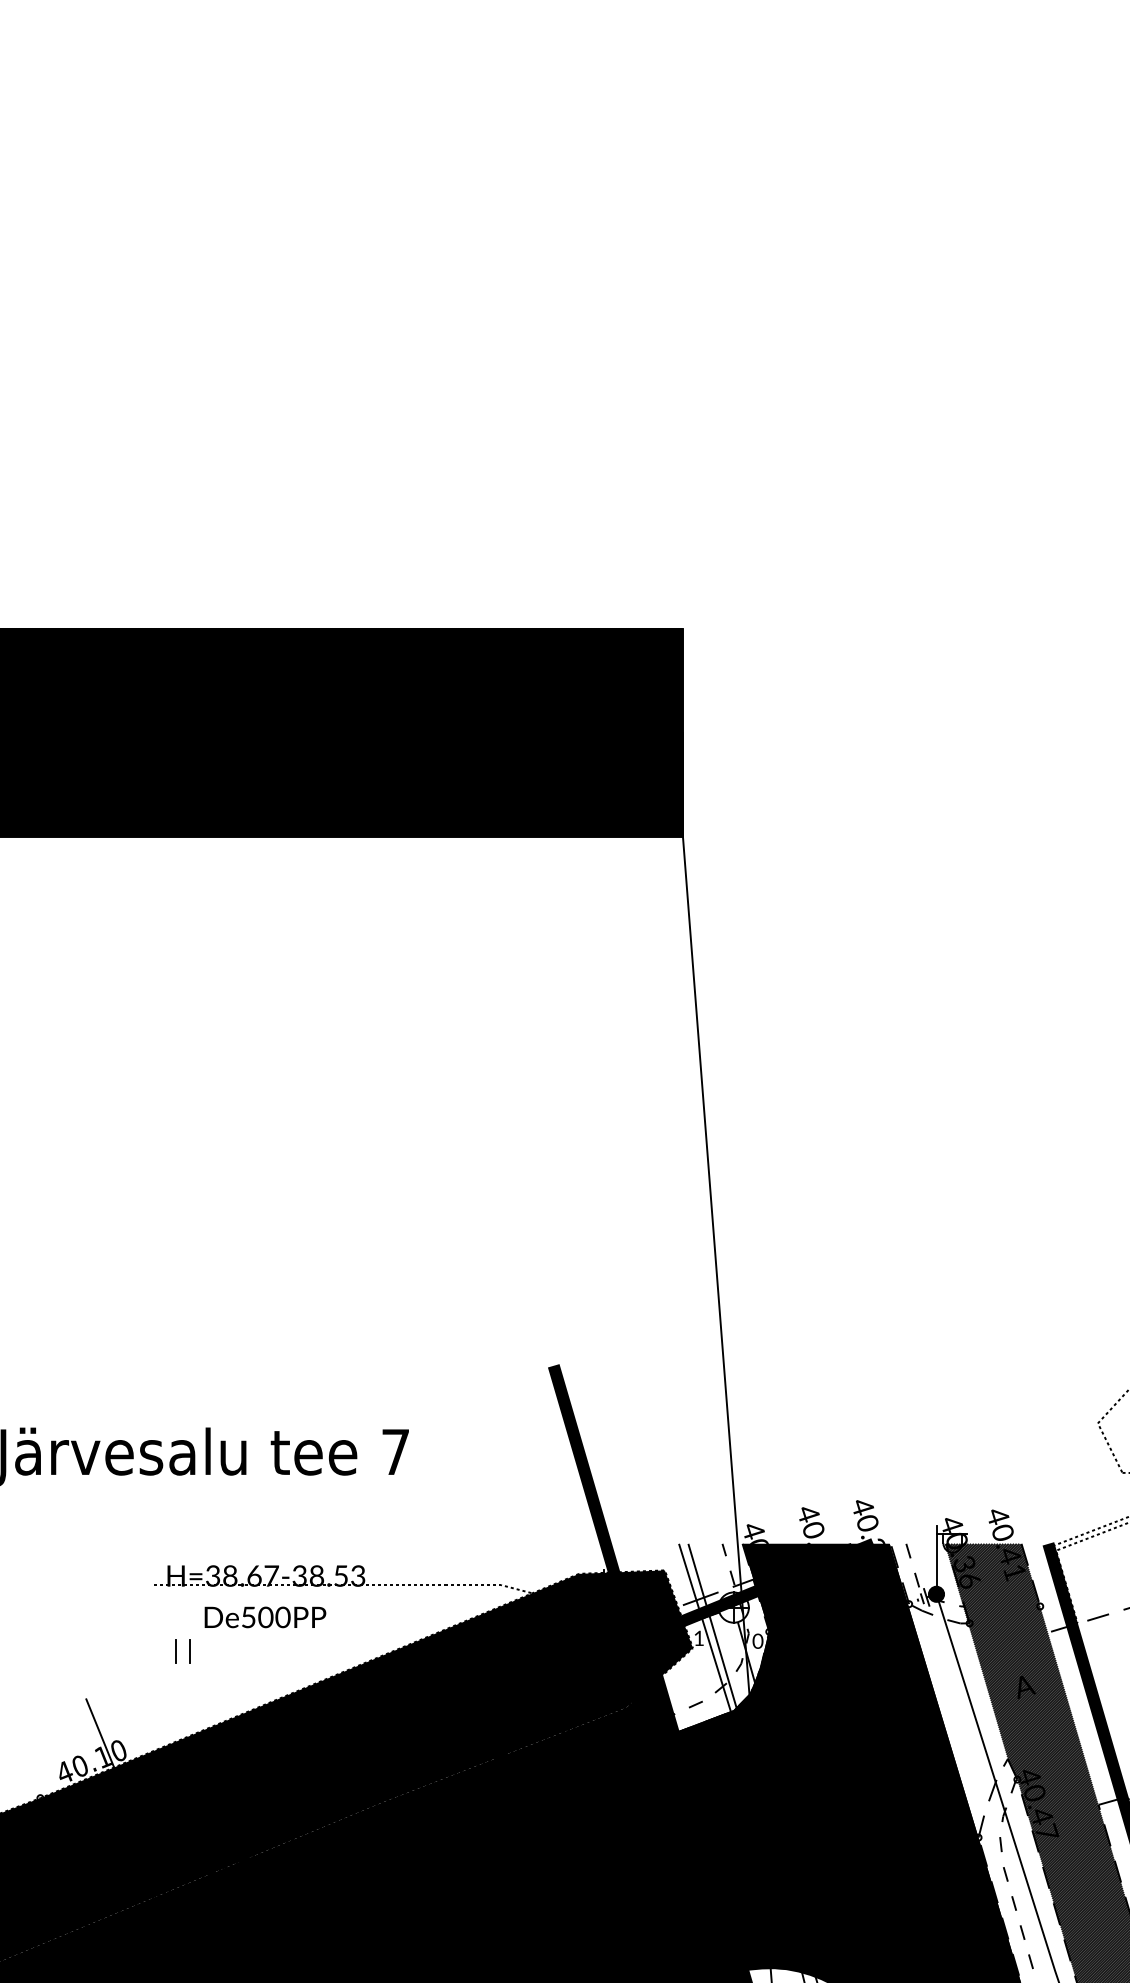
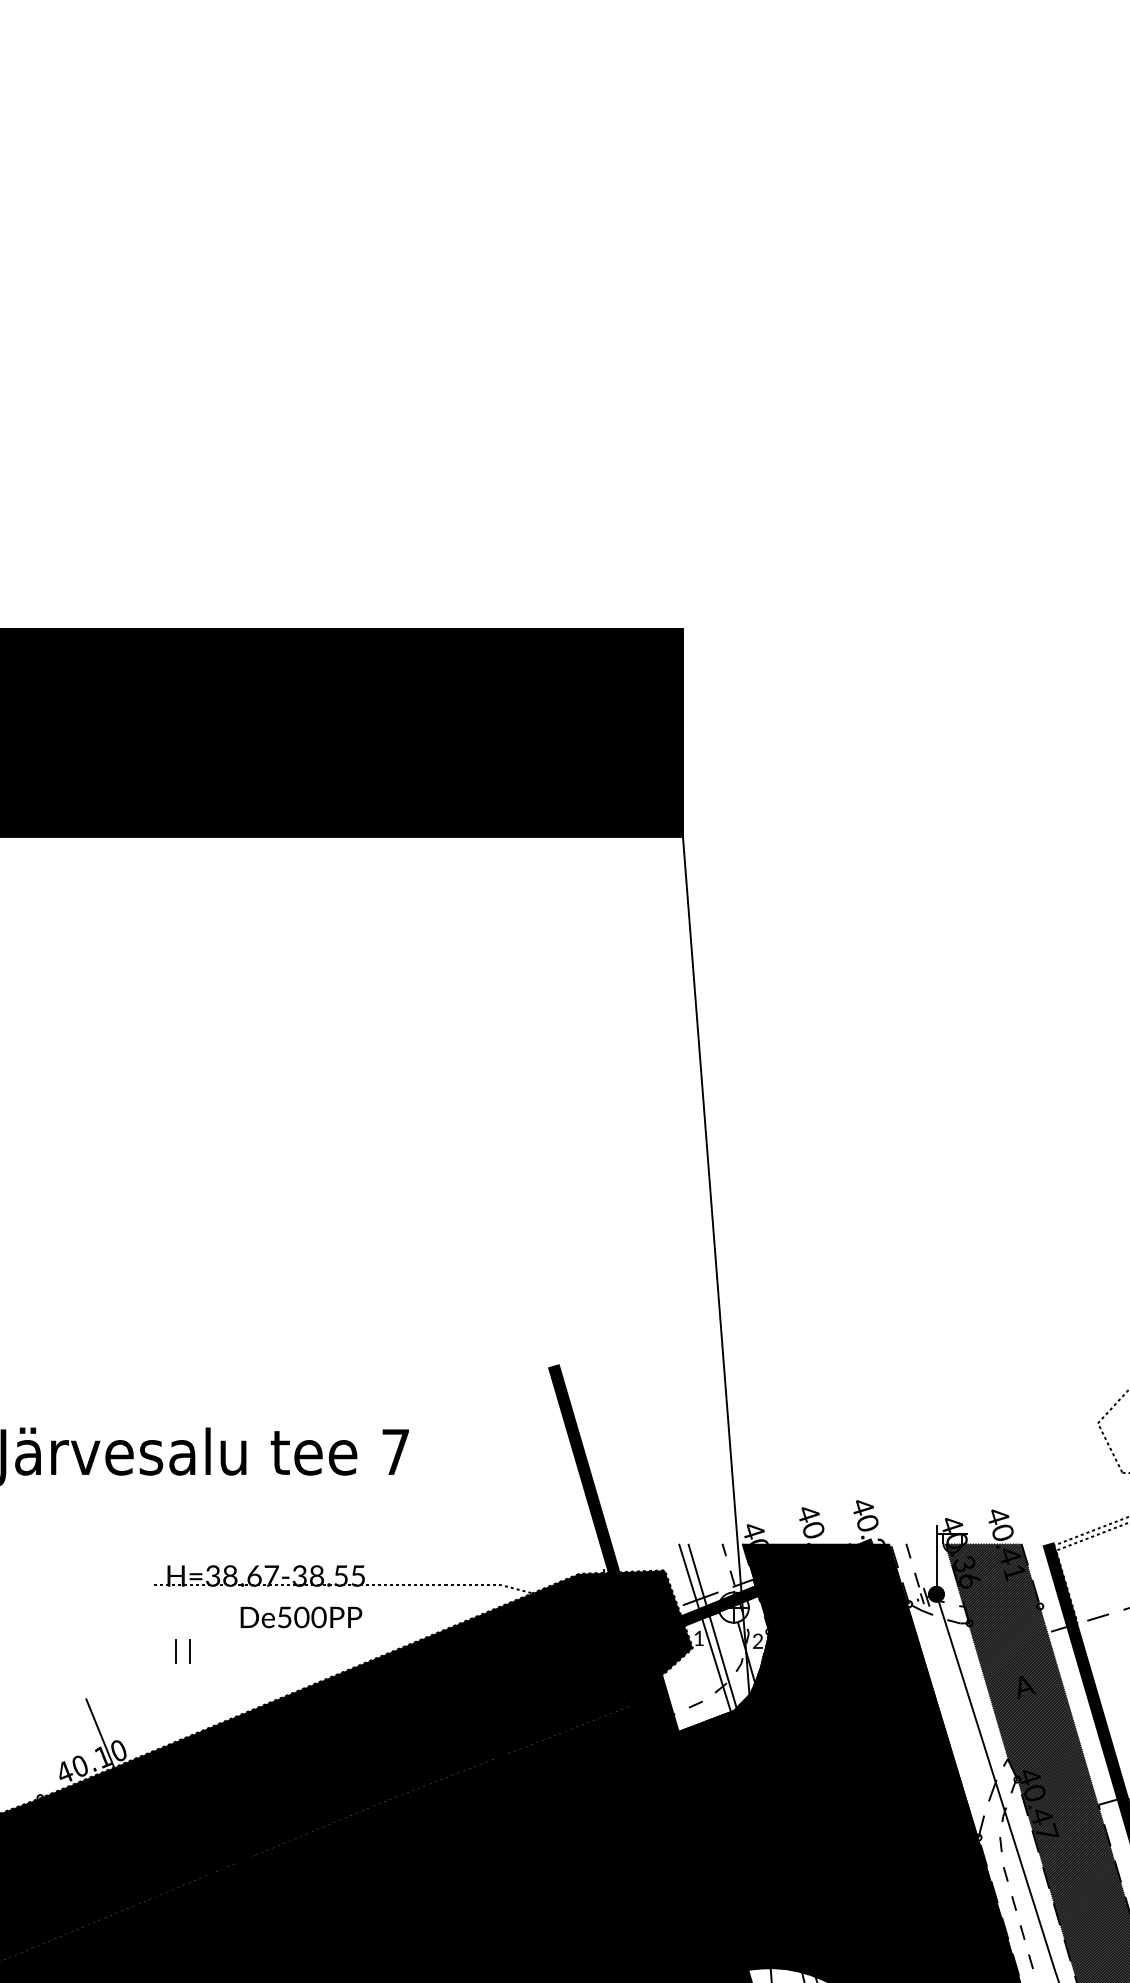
text at (358, 1575): H=38.67-38.53 -> H=38.67-38.55
text at (265, 1617) position: (265, 1617) -> (301, 1617)
text at (757, 1641): 0 -> 2
